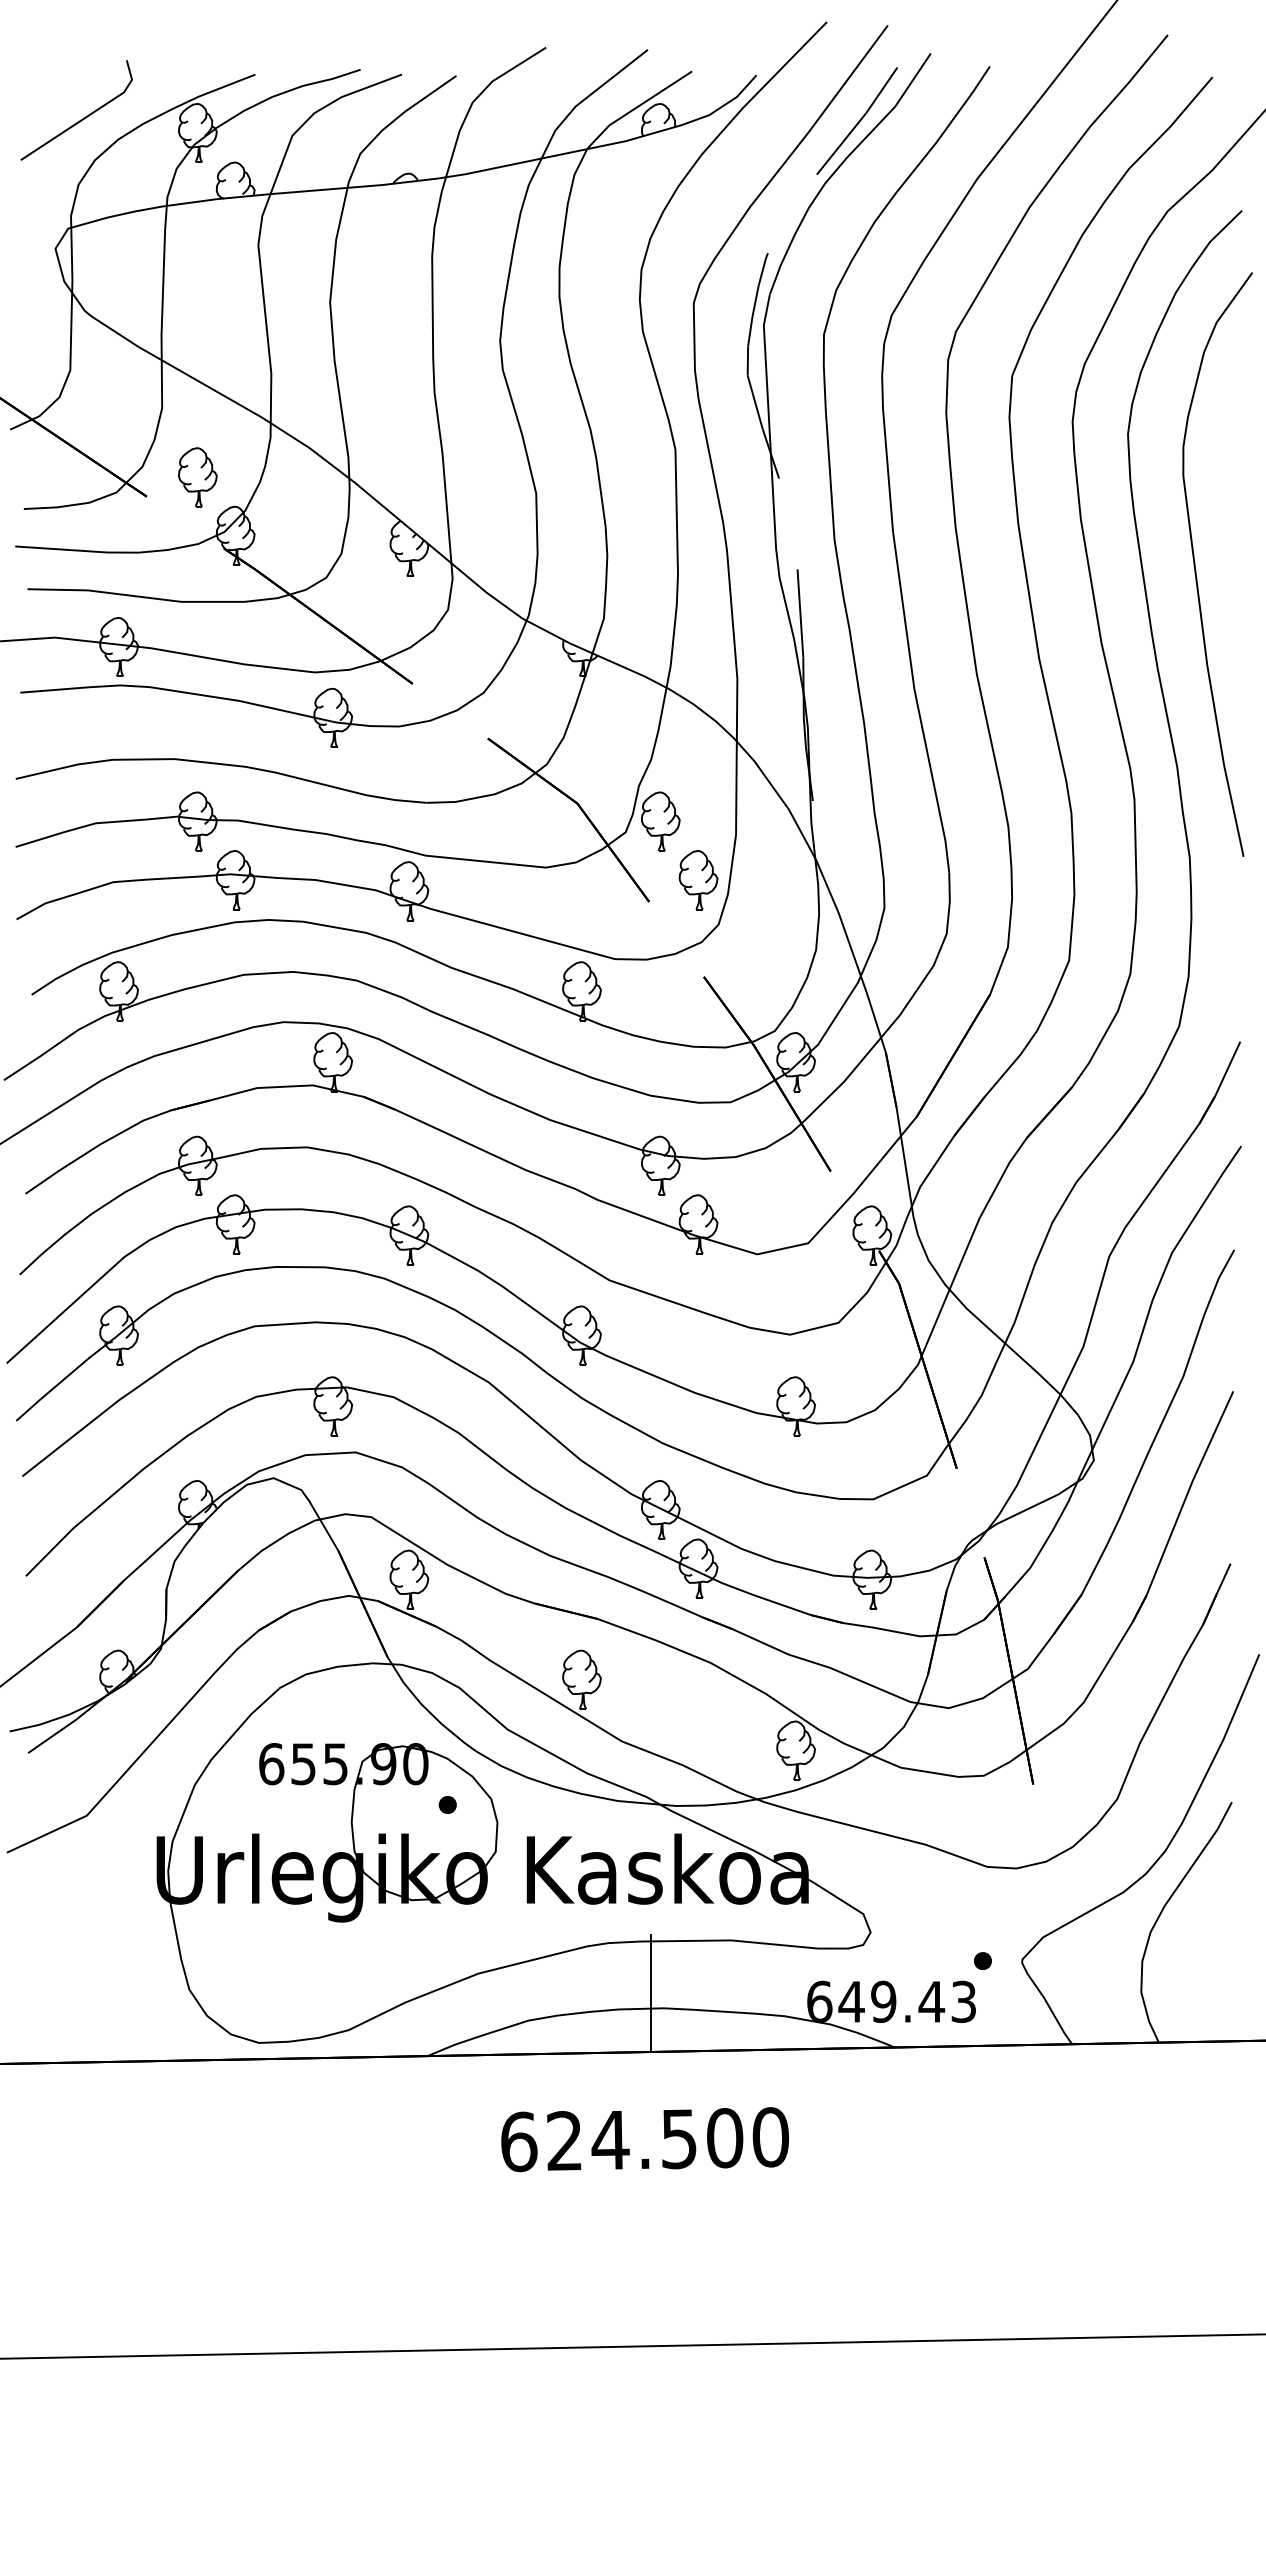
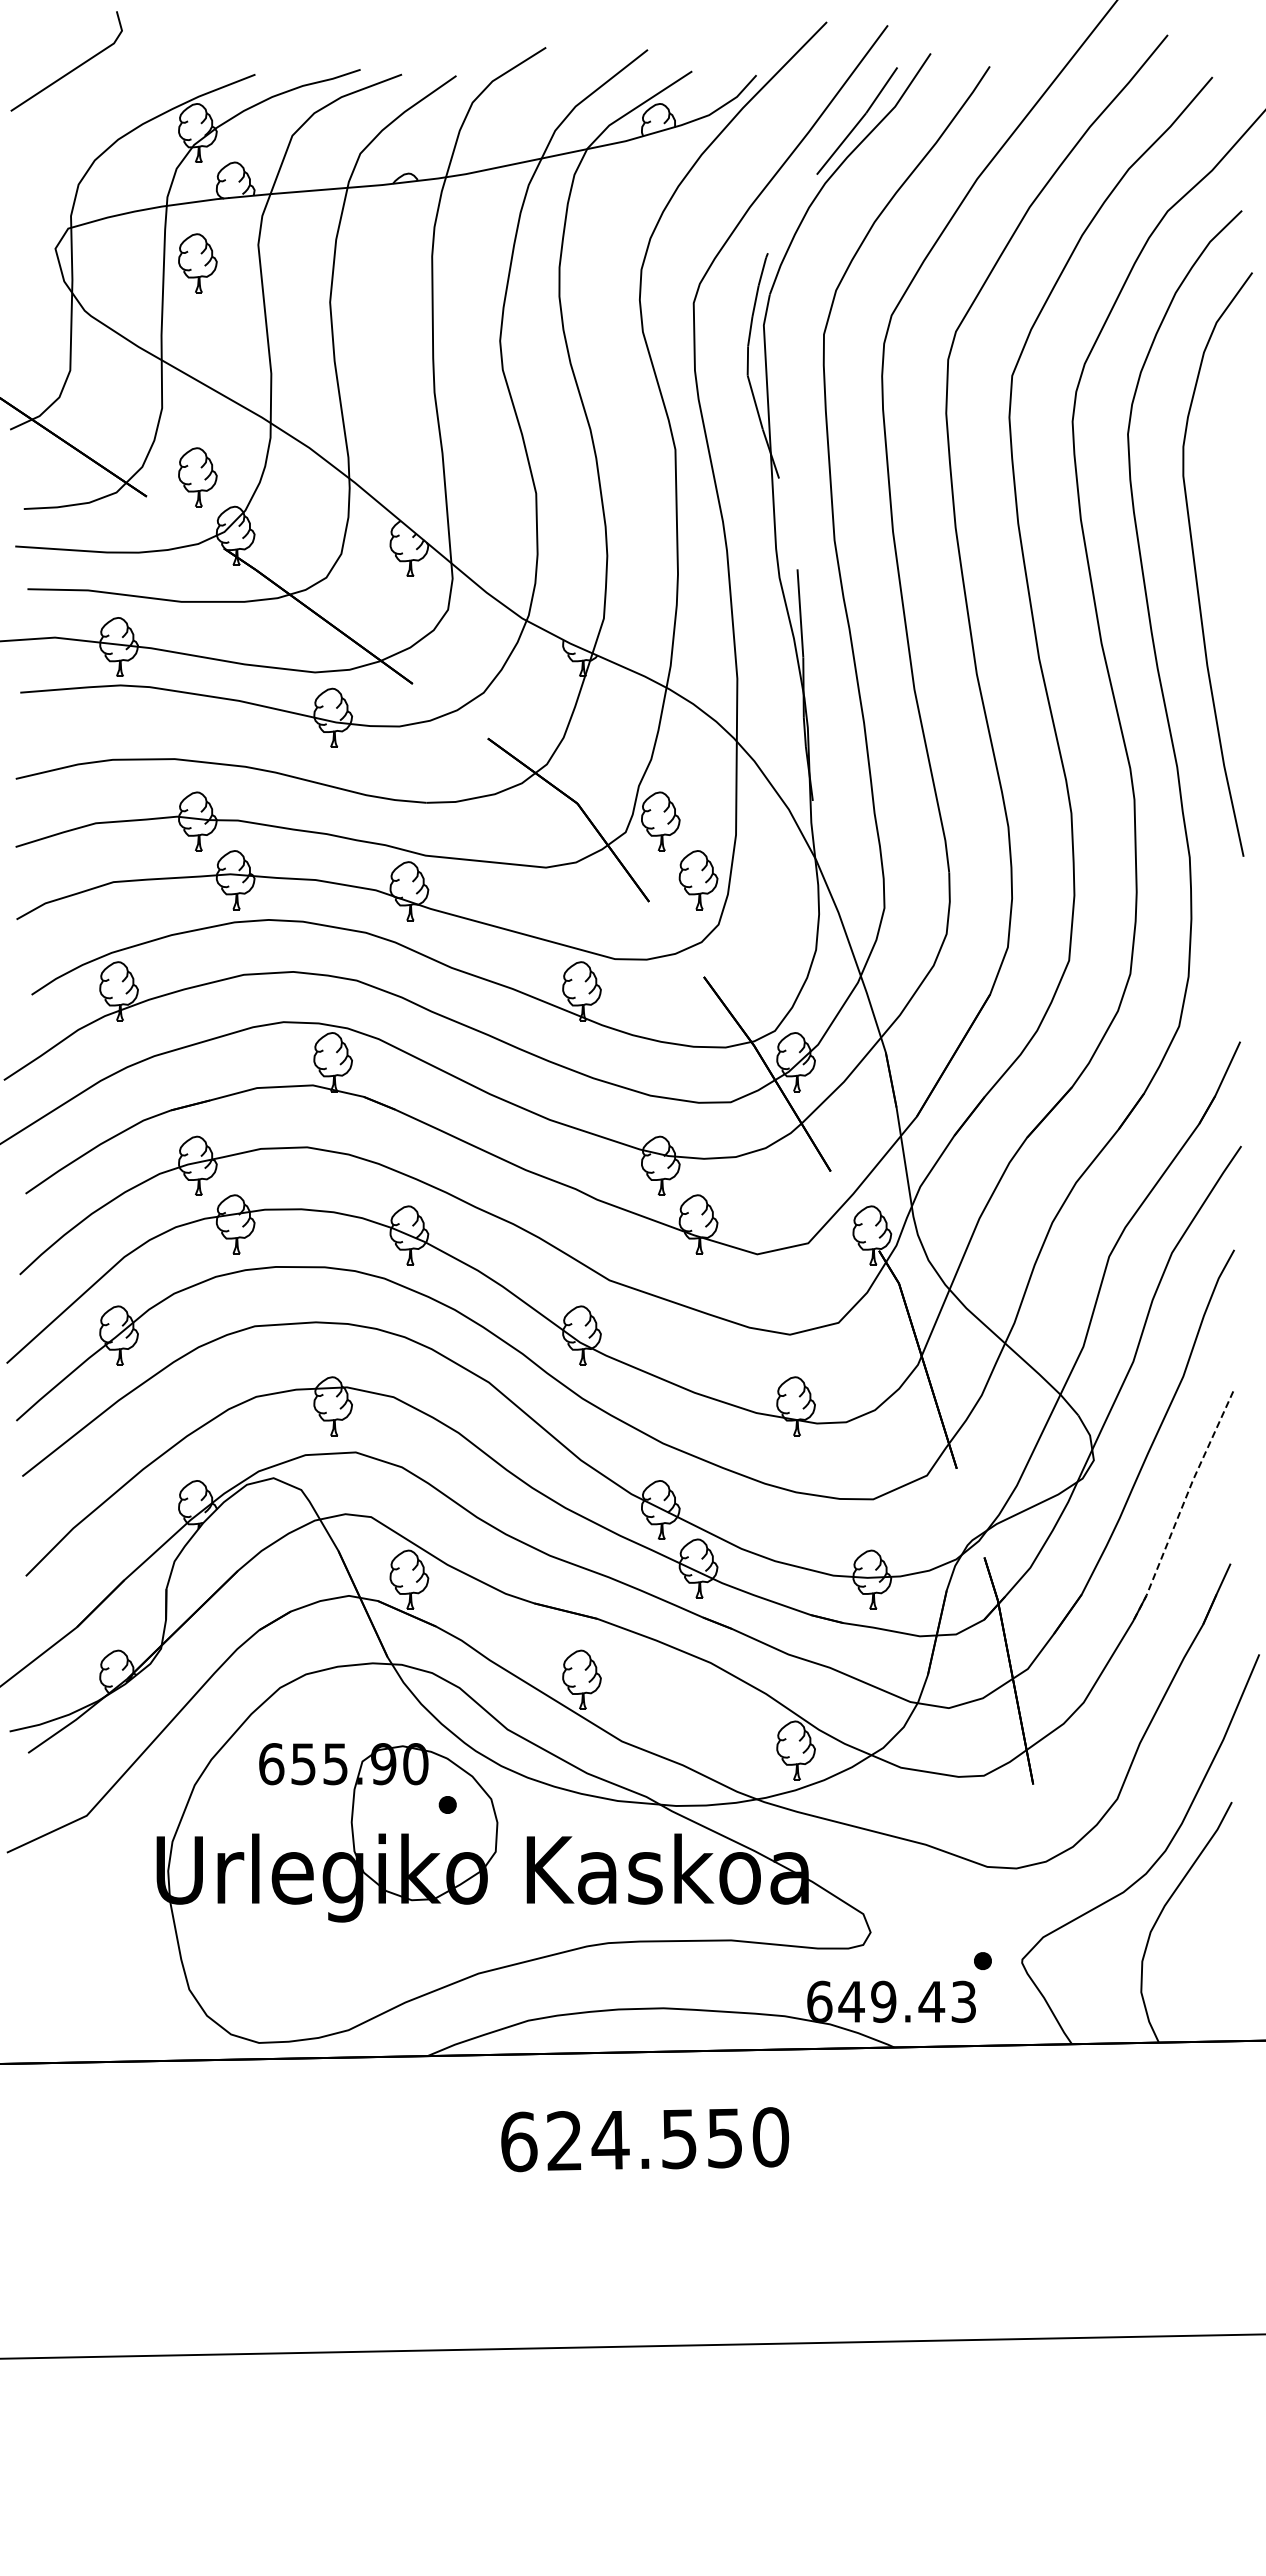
line at (80, 119) position: (80, 119) -> (70, 70)
part at (197, 263): none -> present
line at (1182, 1507): solid -> dashed
line at (651, 1993): present -> none
text at (725, 2138): 624.500 -> 624.550
